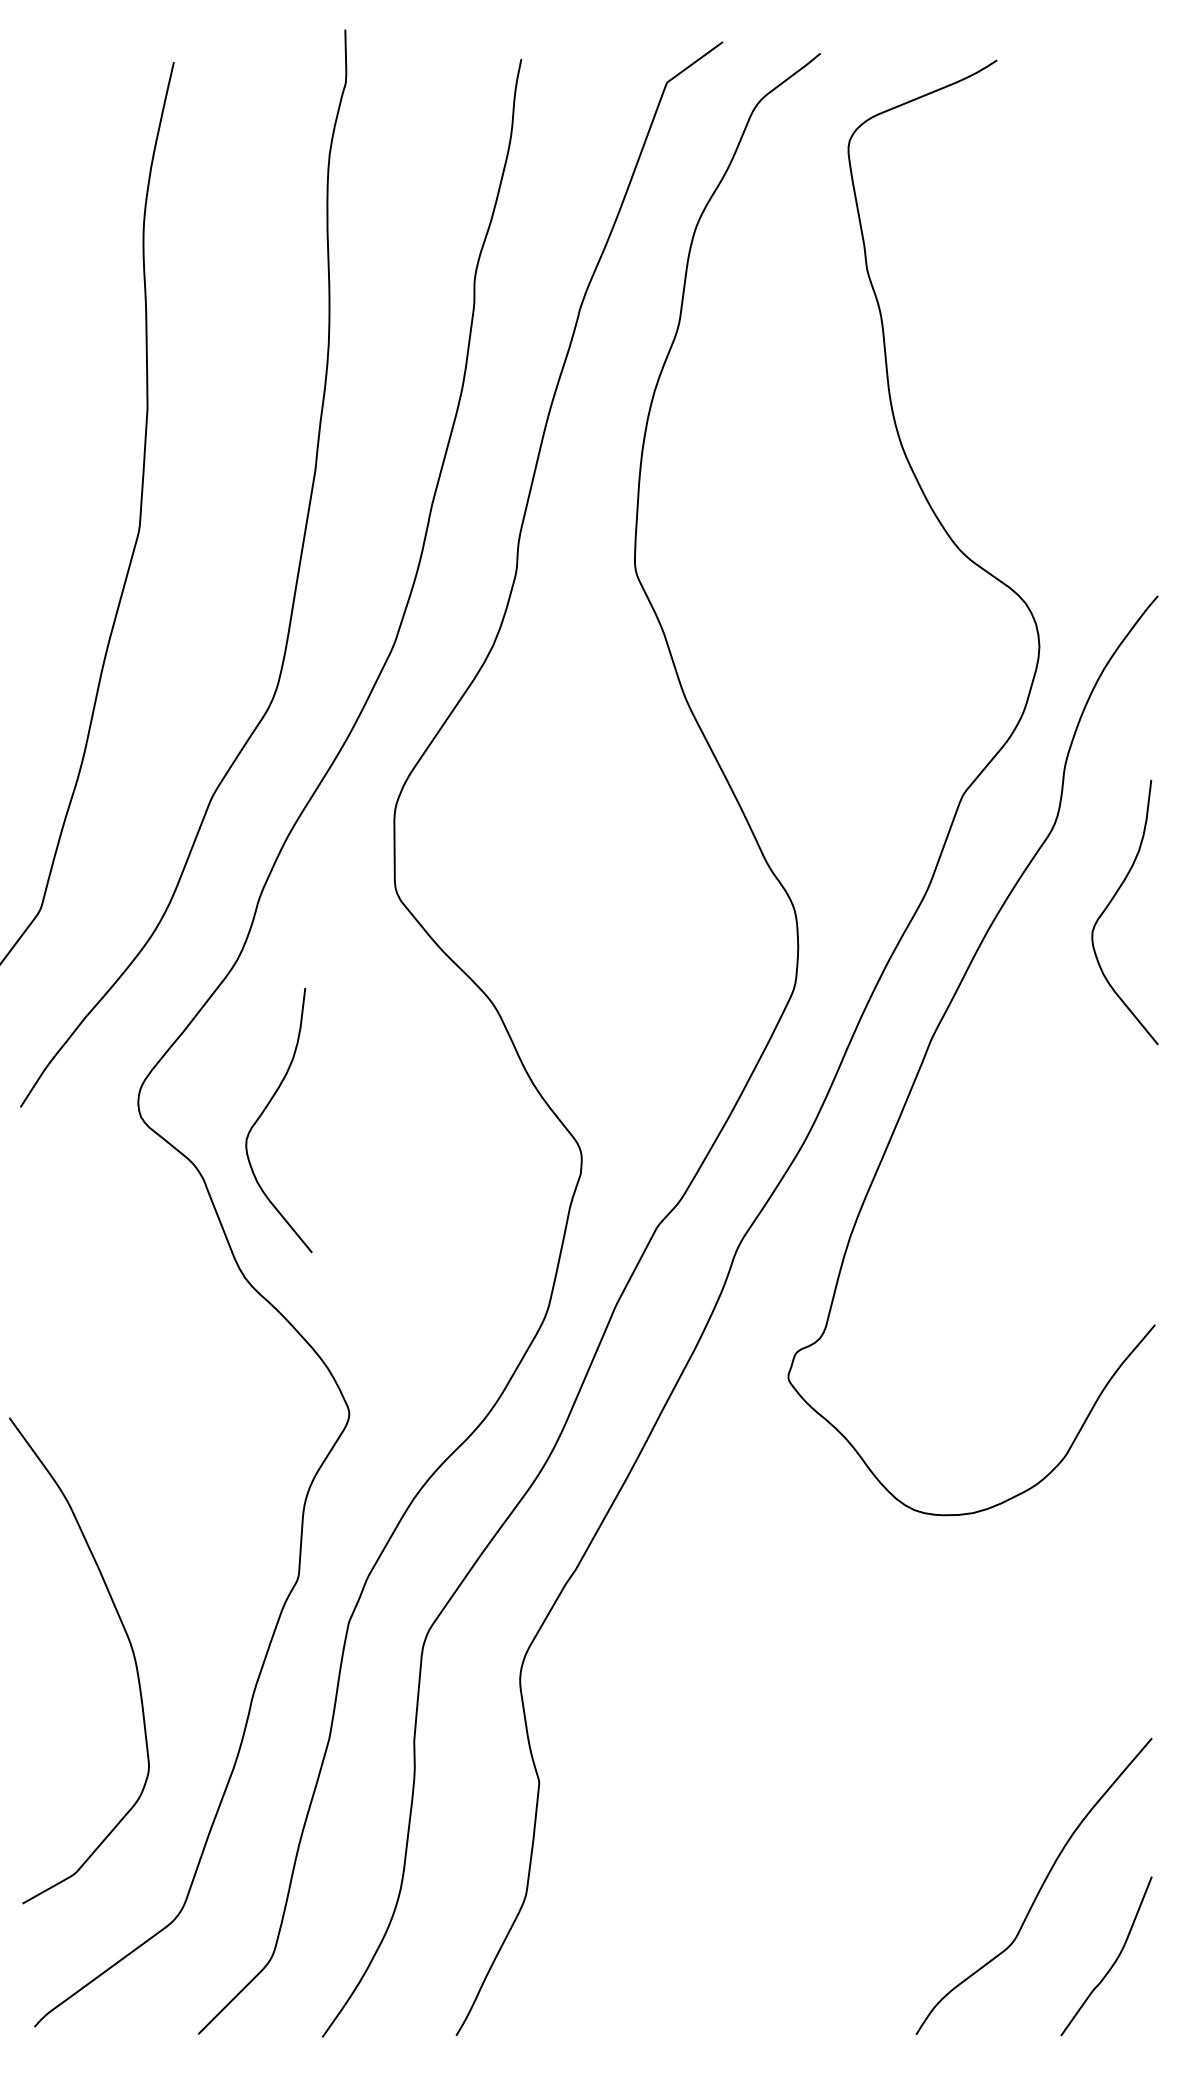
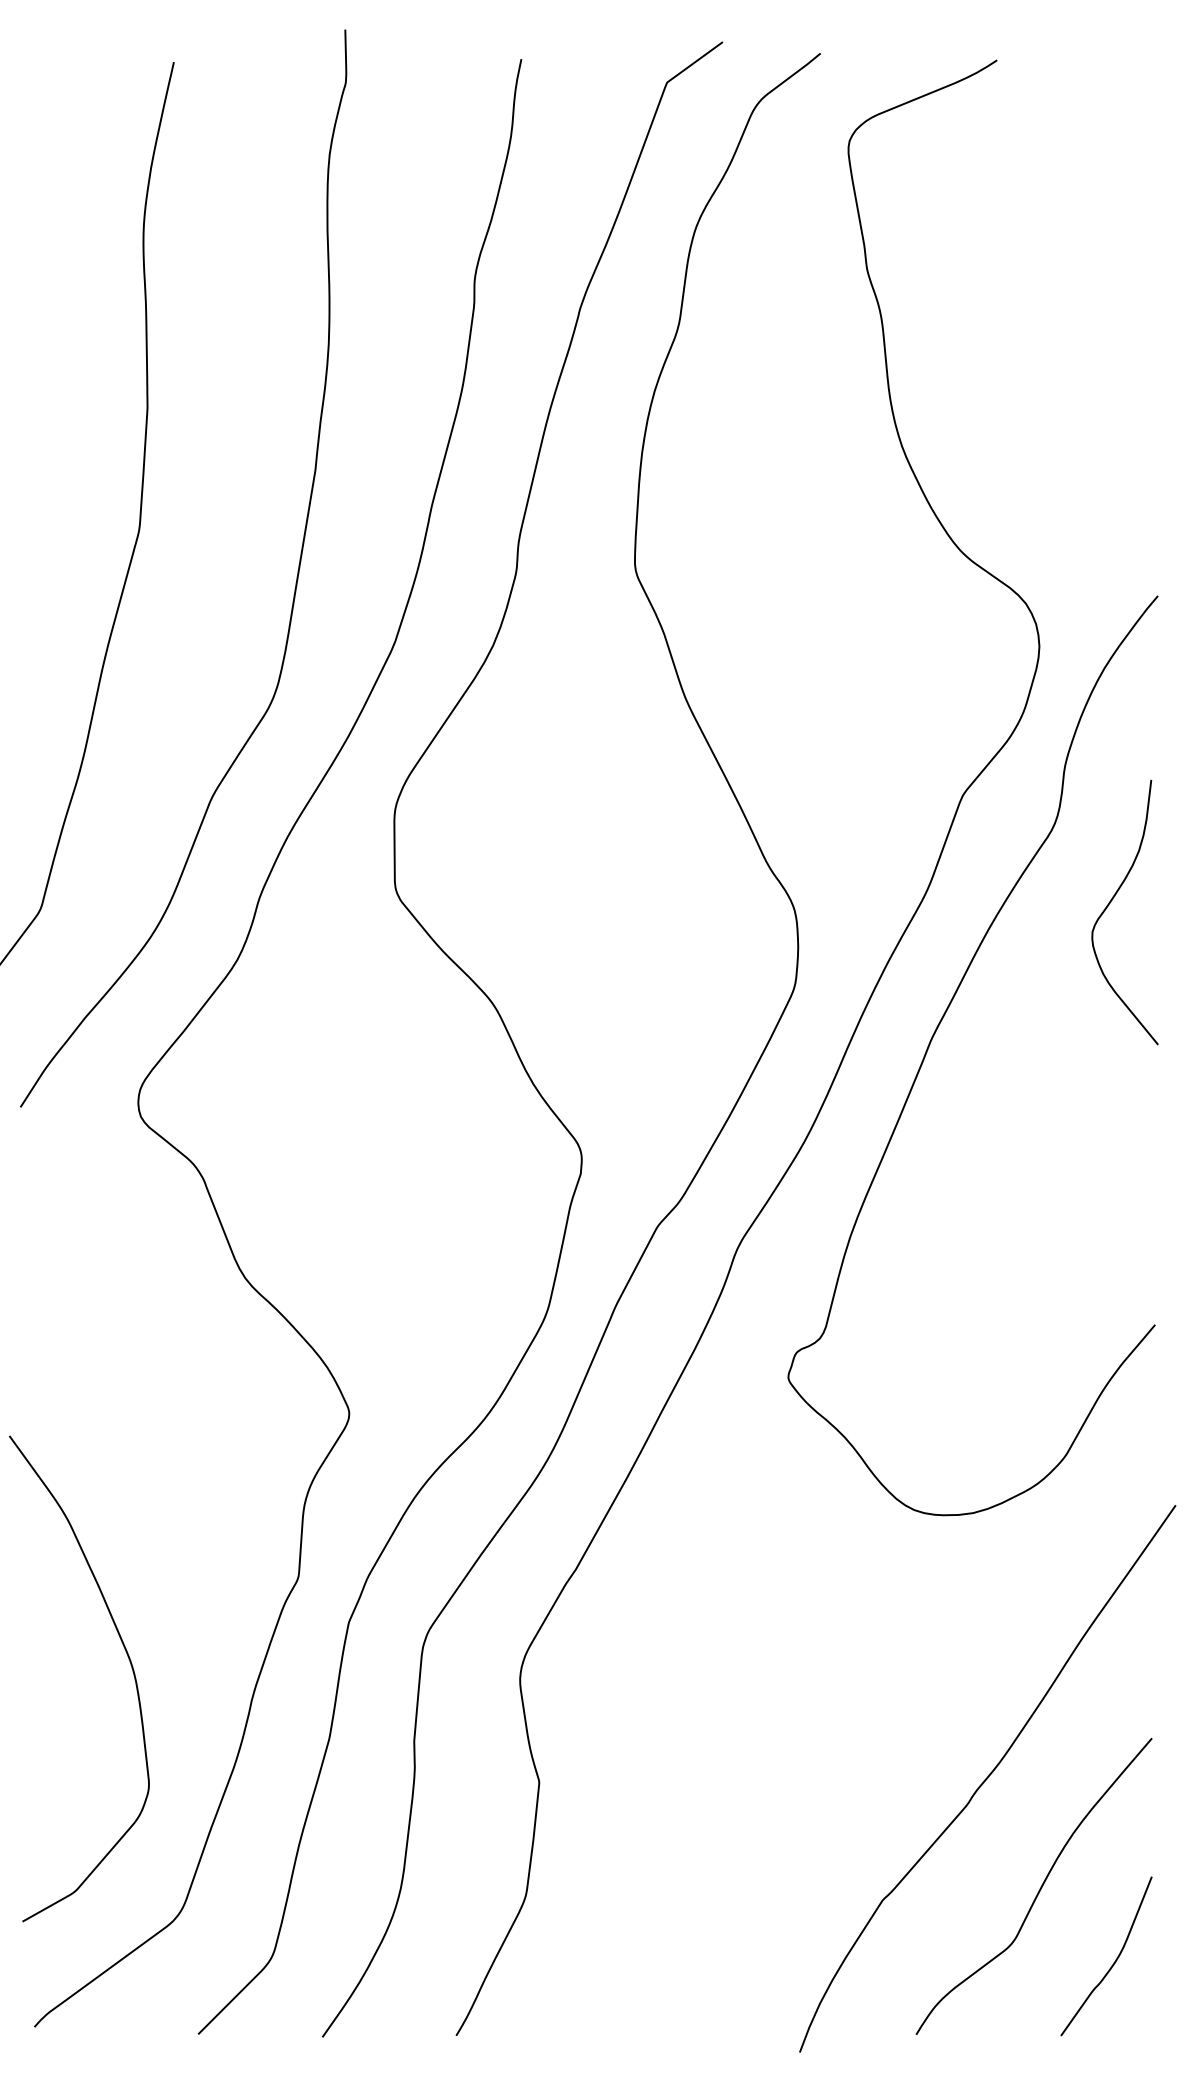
curve at (265, 1110): present -> none
curve at (129, 1644) position: (129, 1644) -> (129, 1662)
curve at (987, 1778): none -> present
